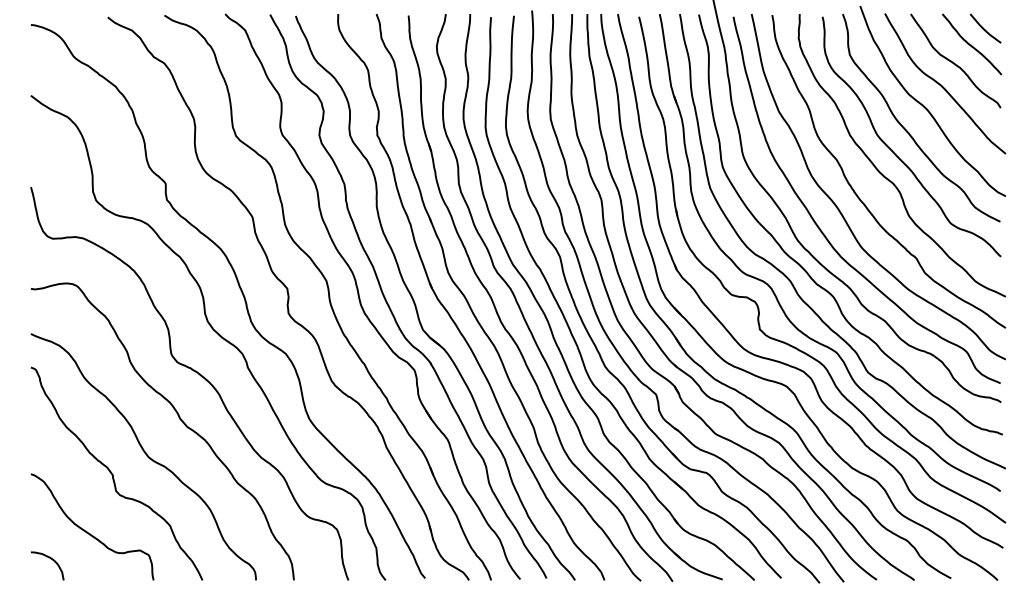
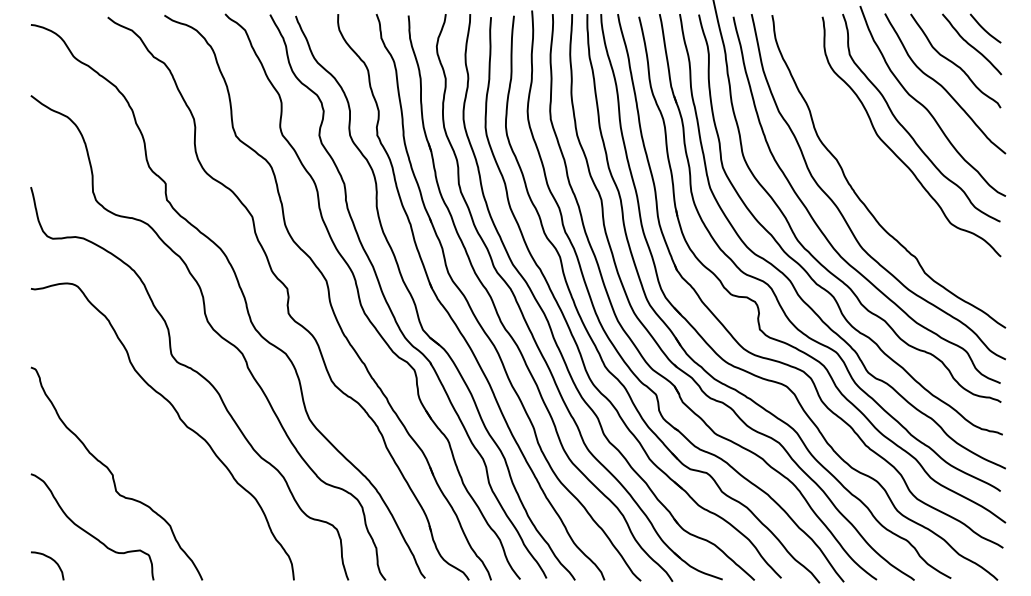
curve at (887, 177): present -> none
curve at (145, 454): present -> none
